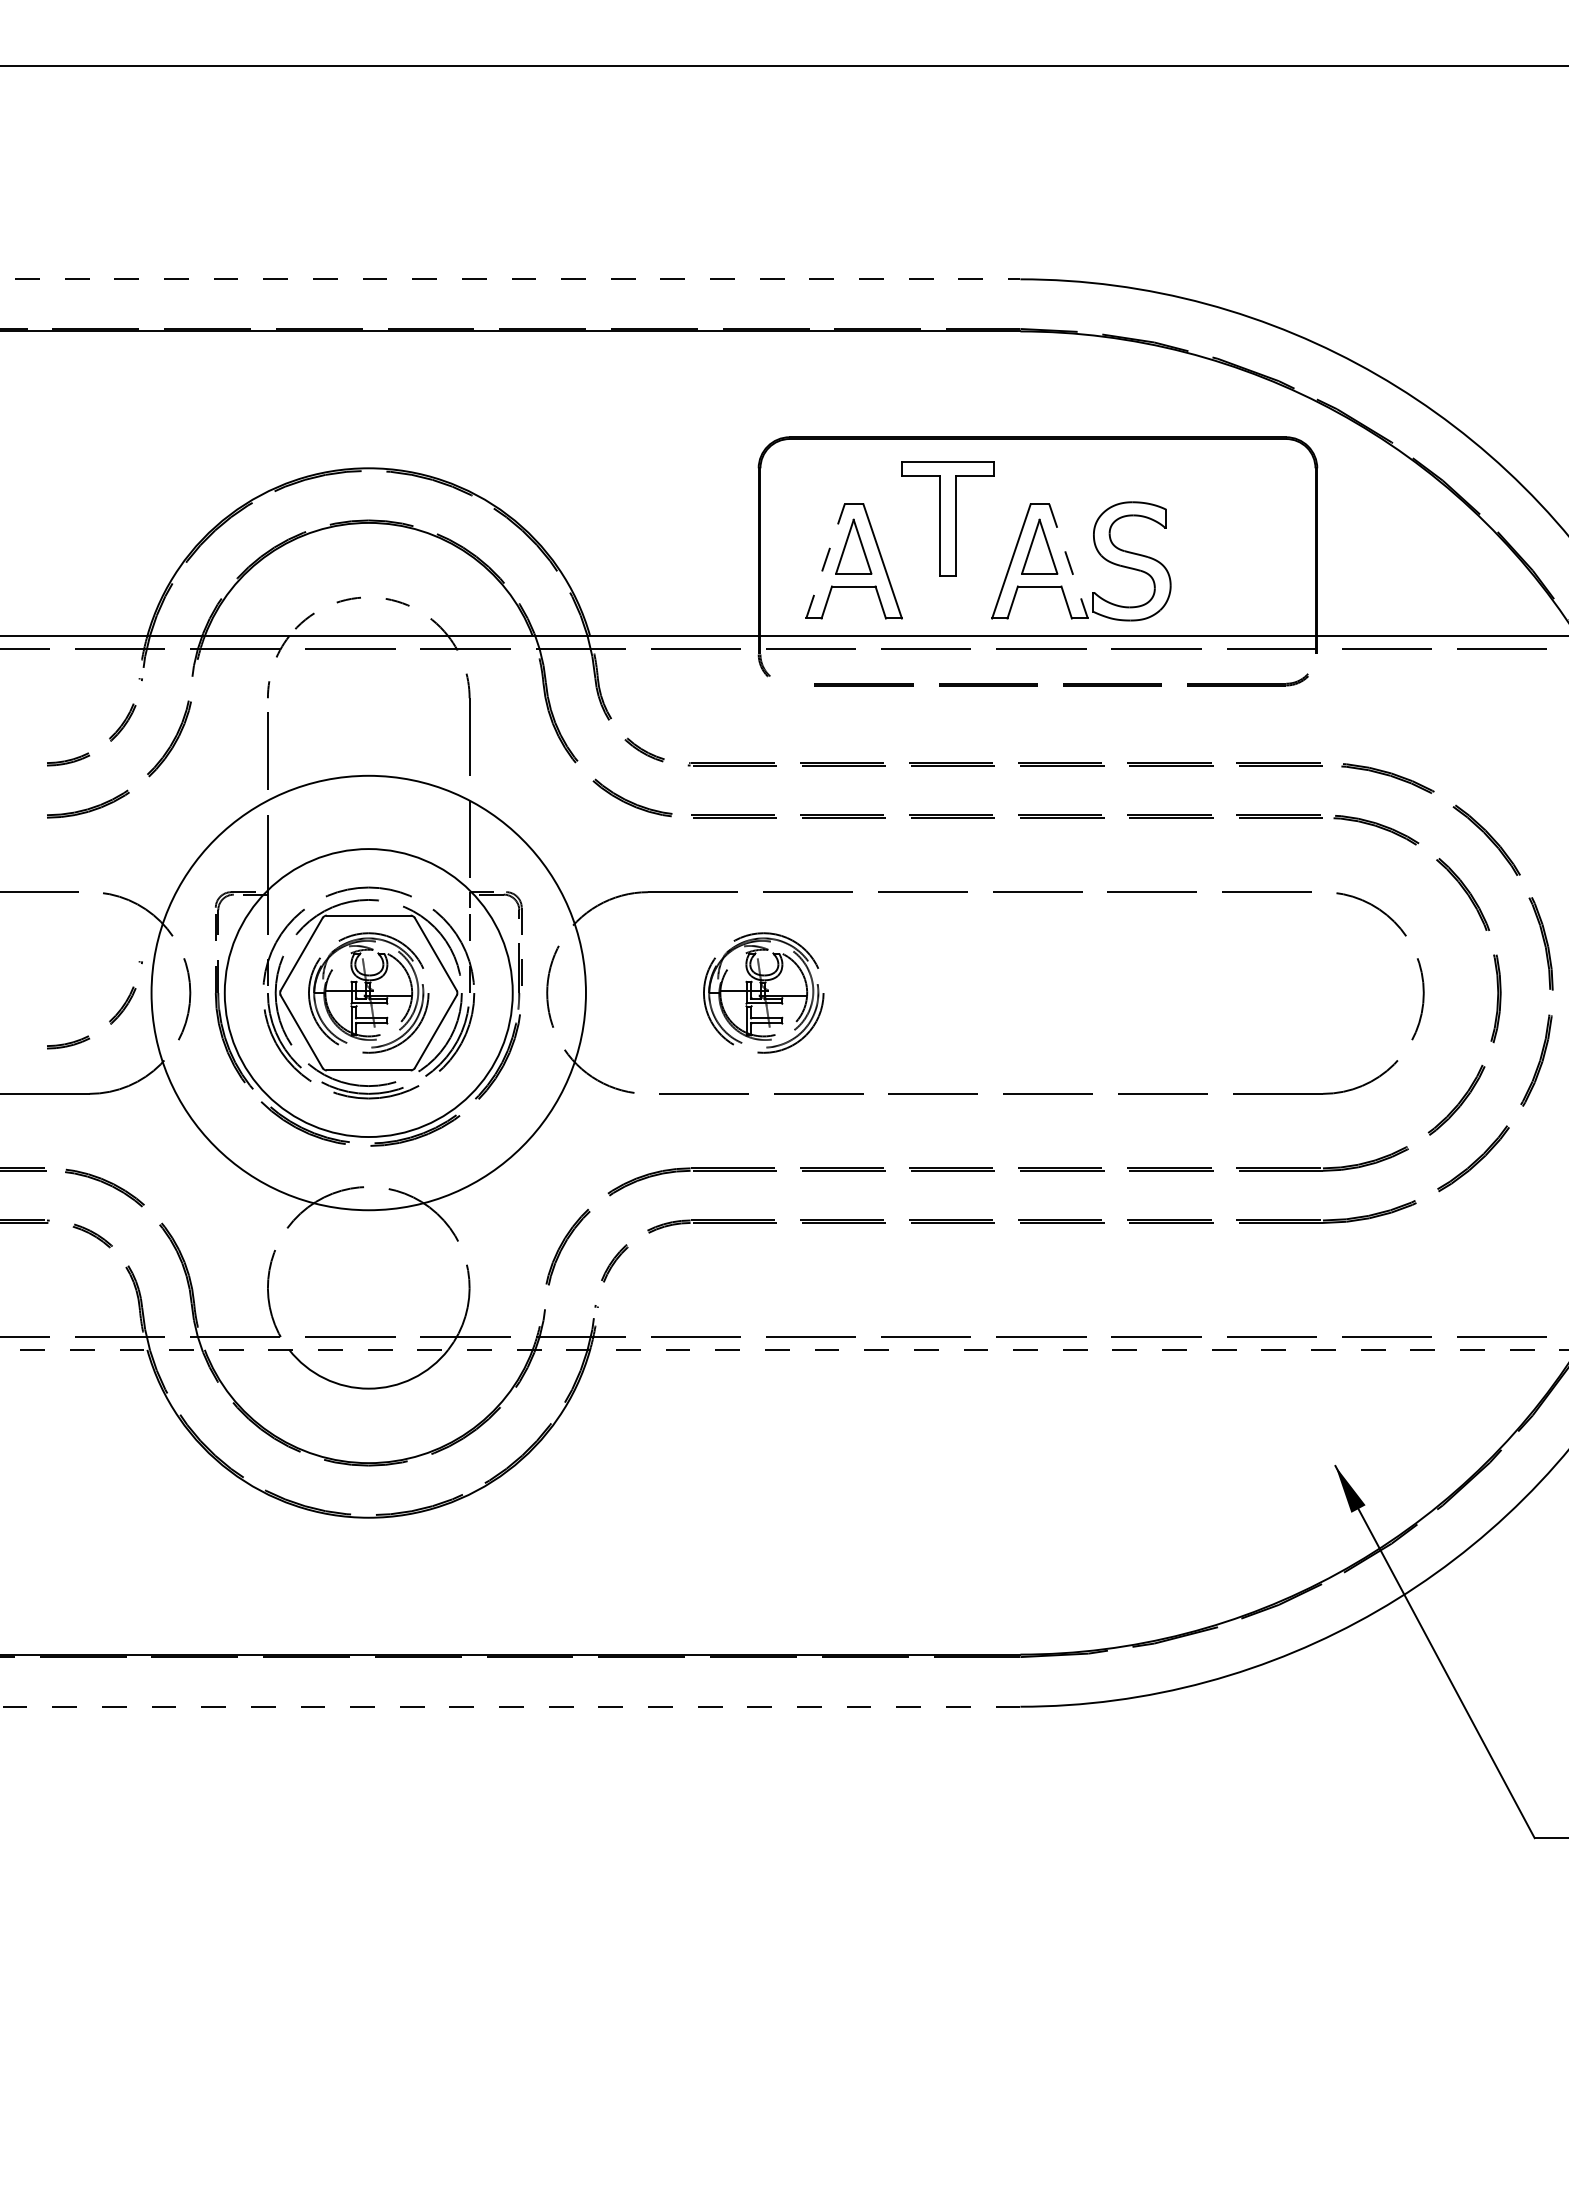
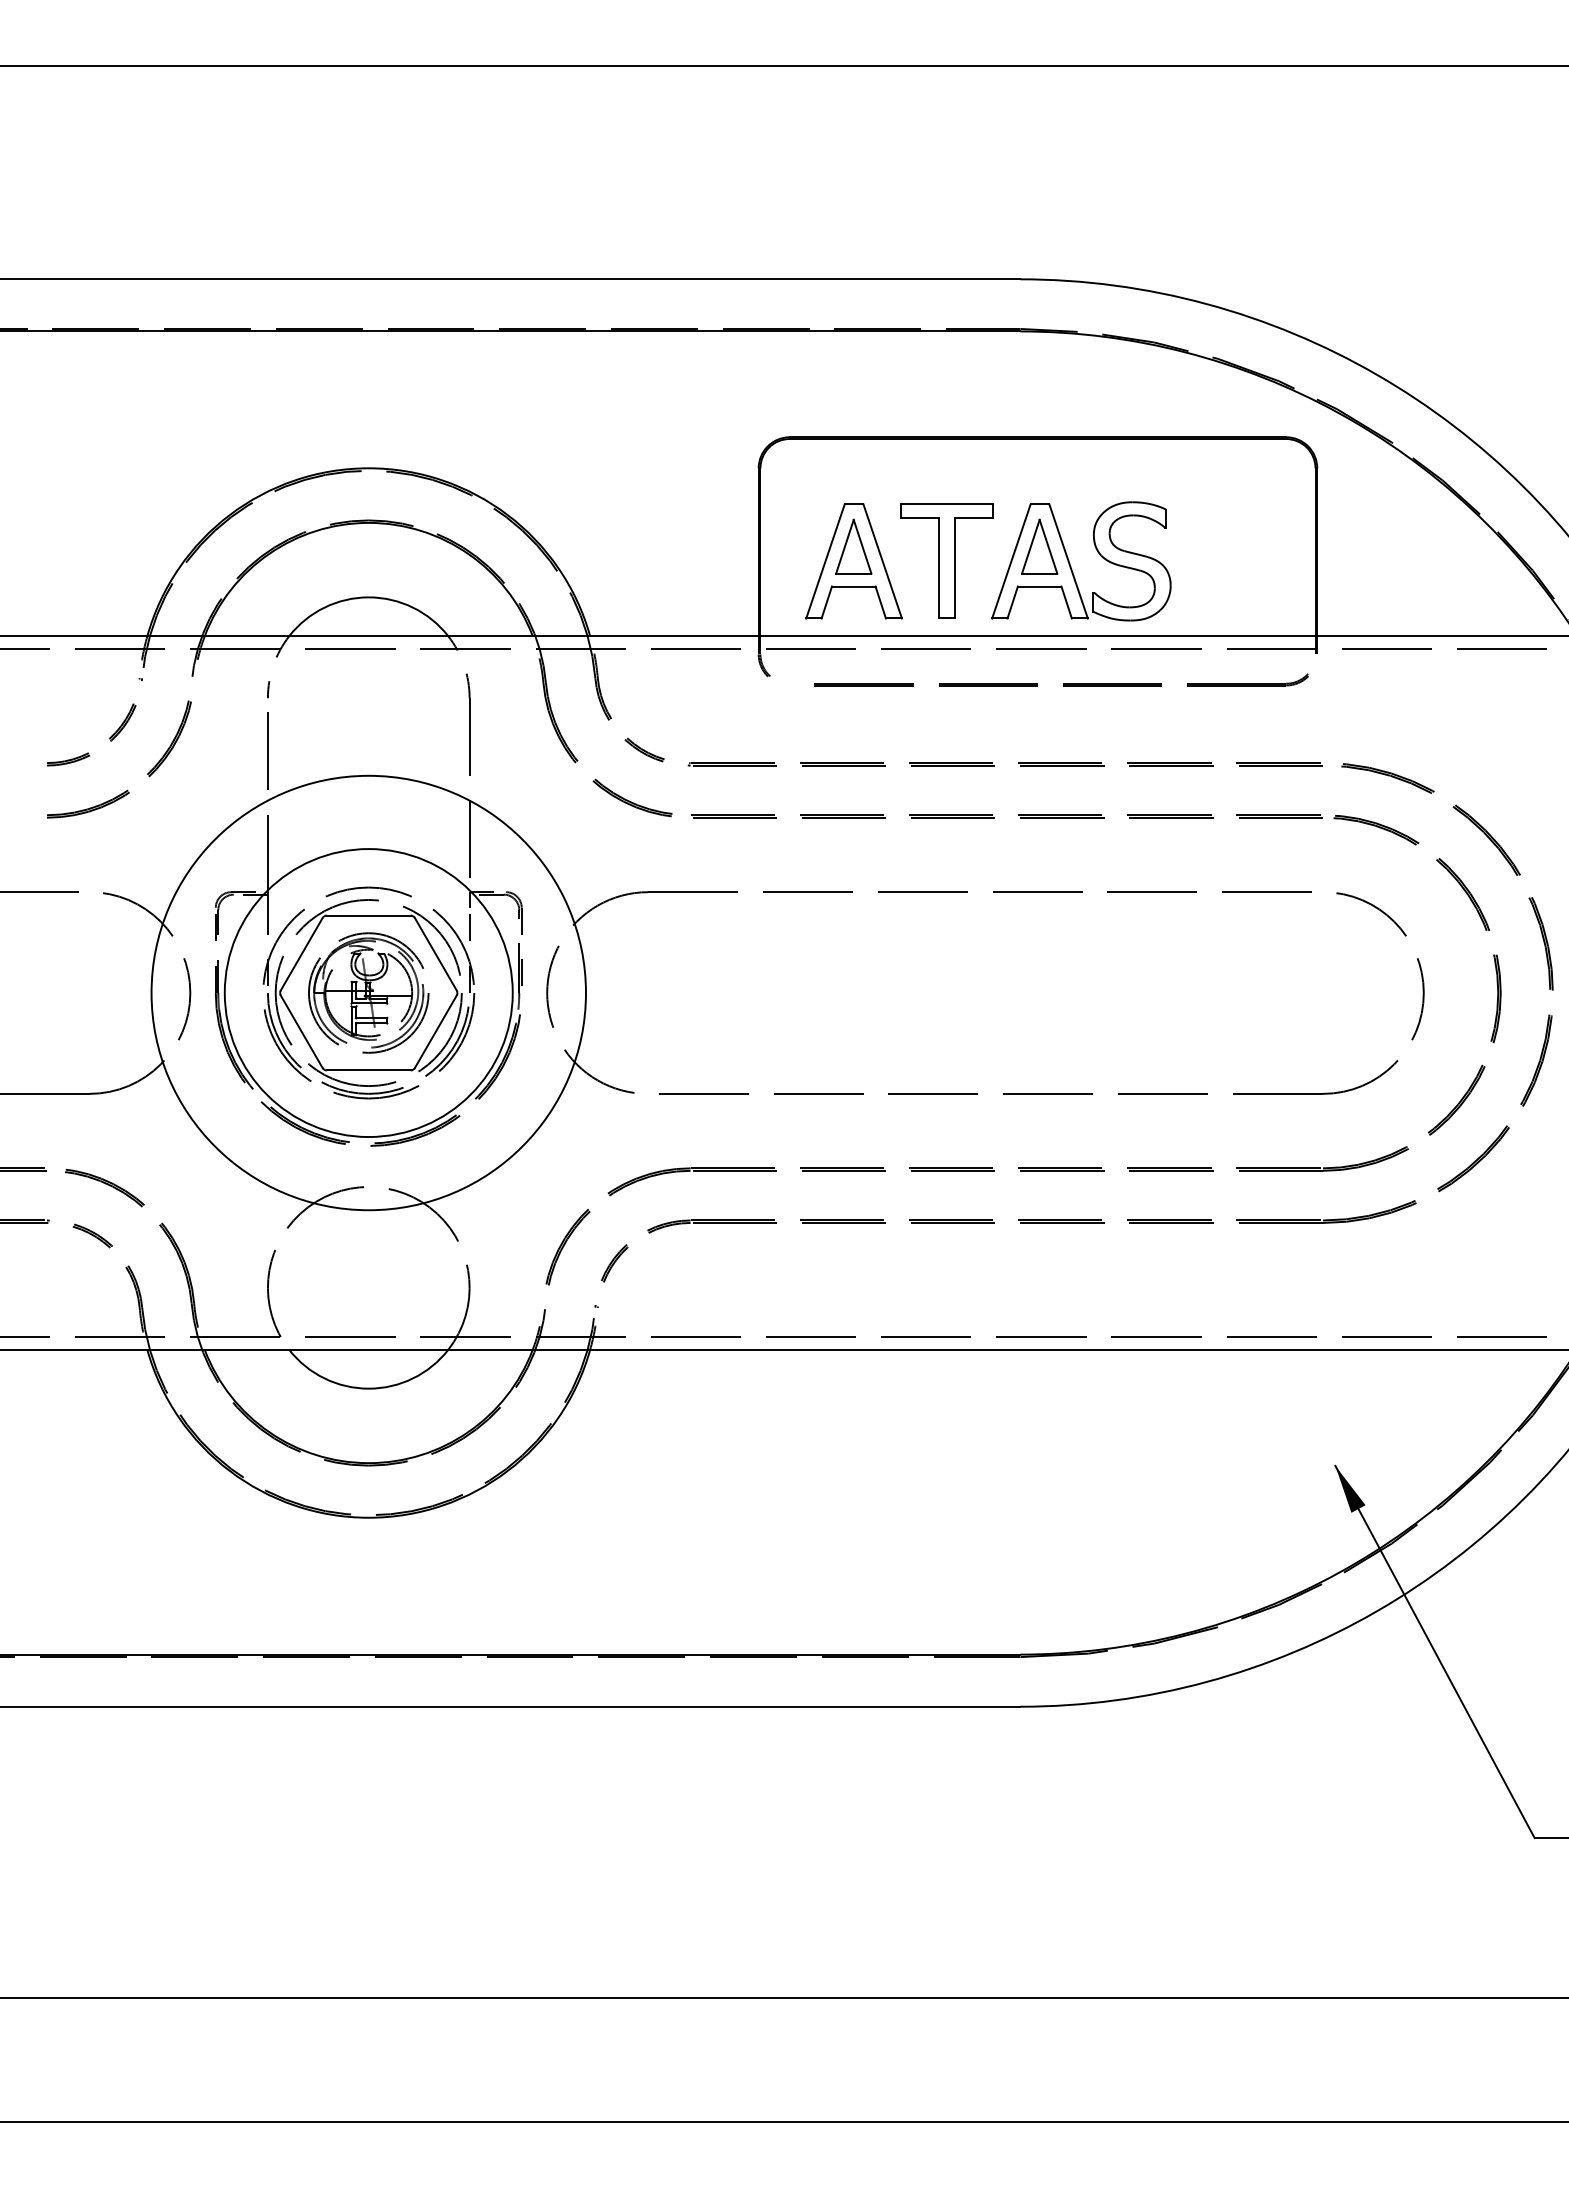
line at (510, 279): dashed -> solid
part at (947, 518) position: (947, 518) -> (946, 560)
line at (825, 560): dashed -> solid
line at (1068, 561): dashed -> solid
arc at (368, 597): dashed -> solid
part at (763, 992): present -> none
part at (109, 1020): present -> none
line at (784, 1349): dashed -> solid
line at (510, 1706): dashed -> solid
line at (783, 1998): none -> present
line at (783, 2122): none -> present
